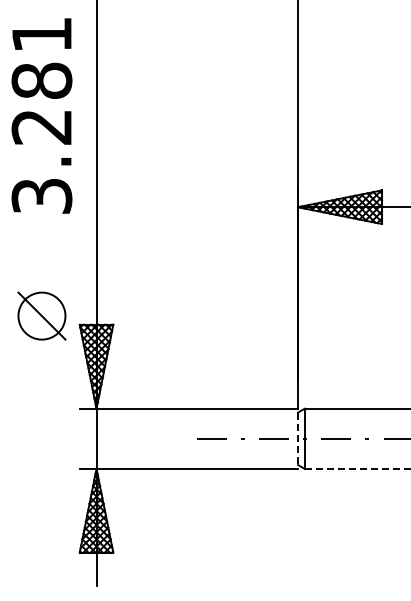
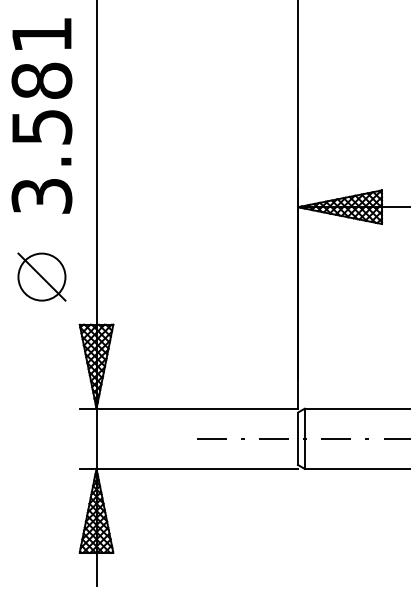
text at (41, 127): 3.281 -> 3.581
part at (41, 315) position: (41, 315) -> (41, 276)
line at (298, 439): dashed -> solid
line at (357, 468): dashed -> solid
